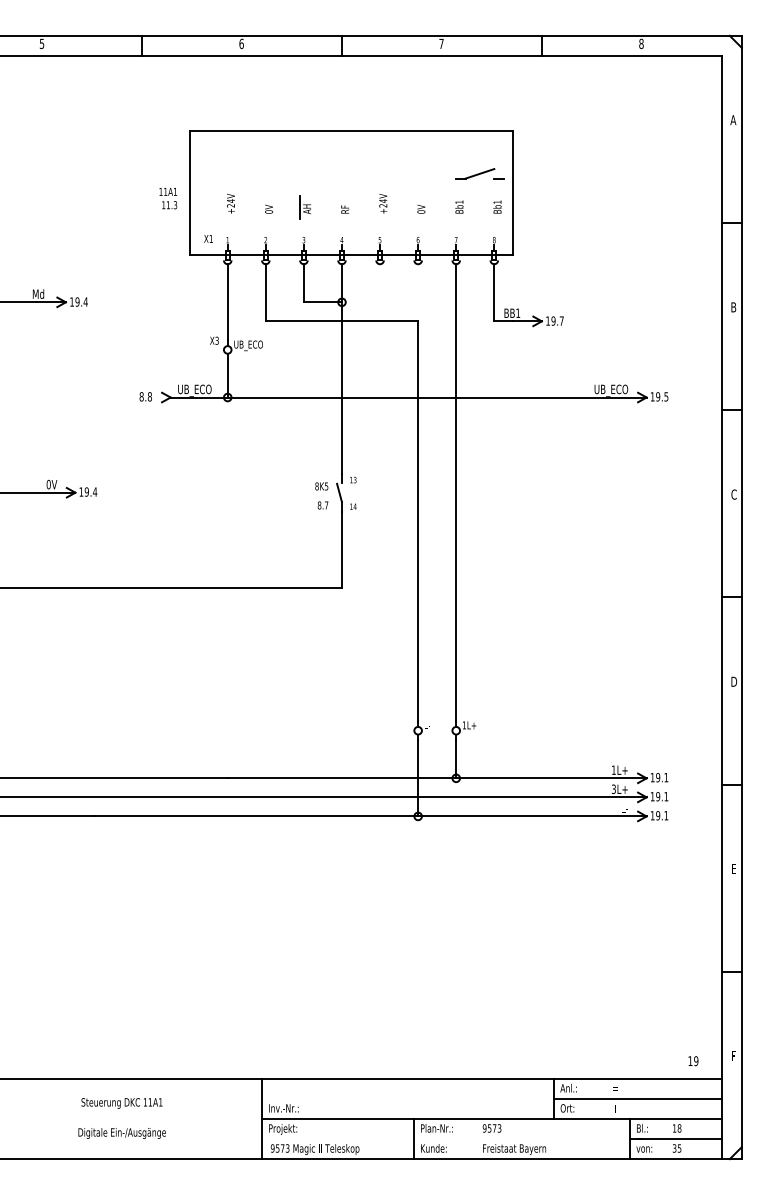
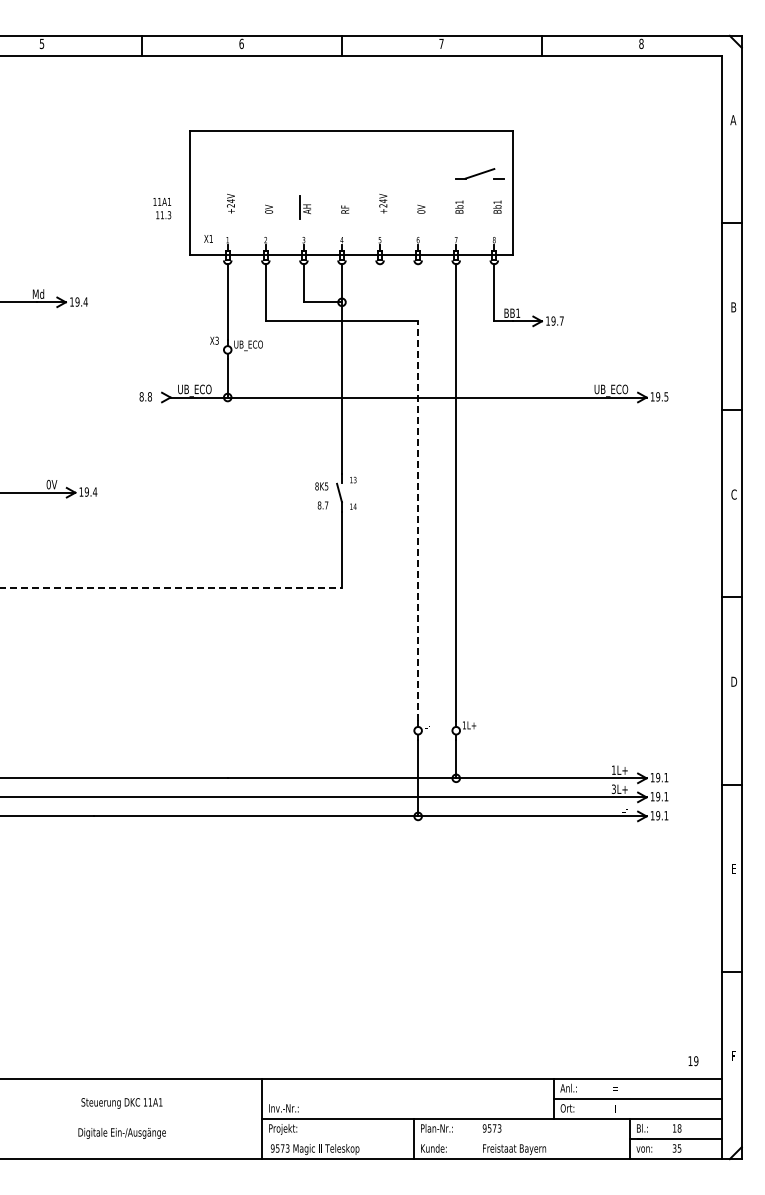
text at (168, 198) position: (168, 198) -> (162, 208)
line at (418, 521): solid -> dashed
line at (171, 587): solid -> dashed
